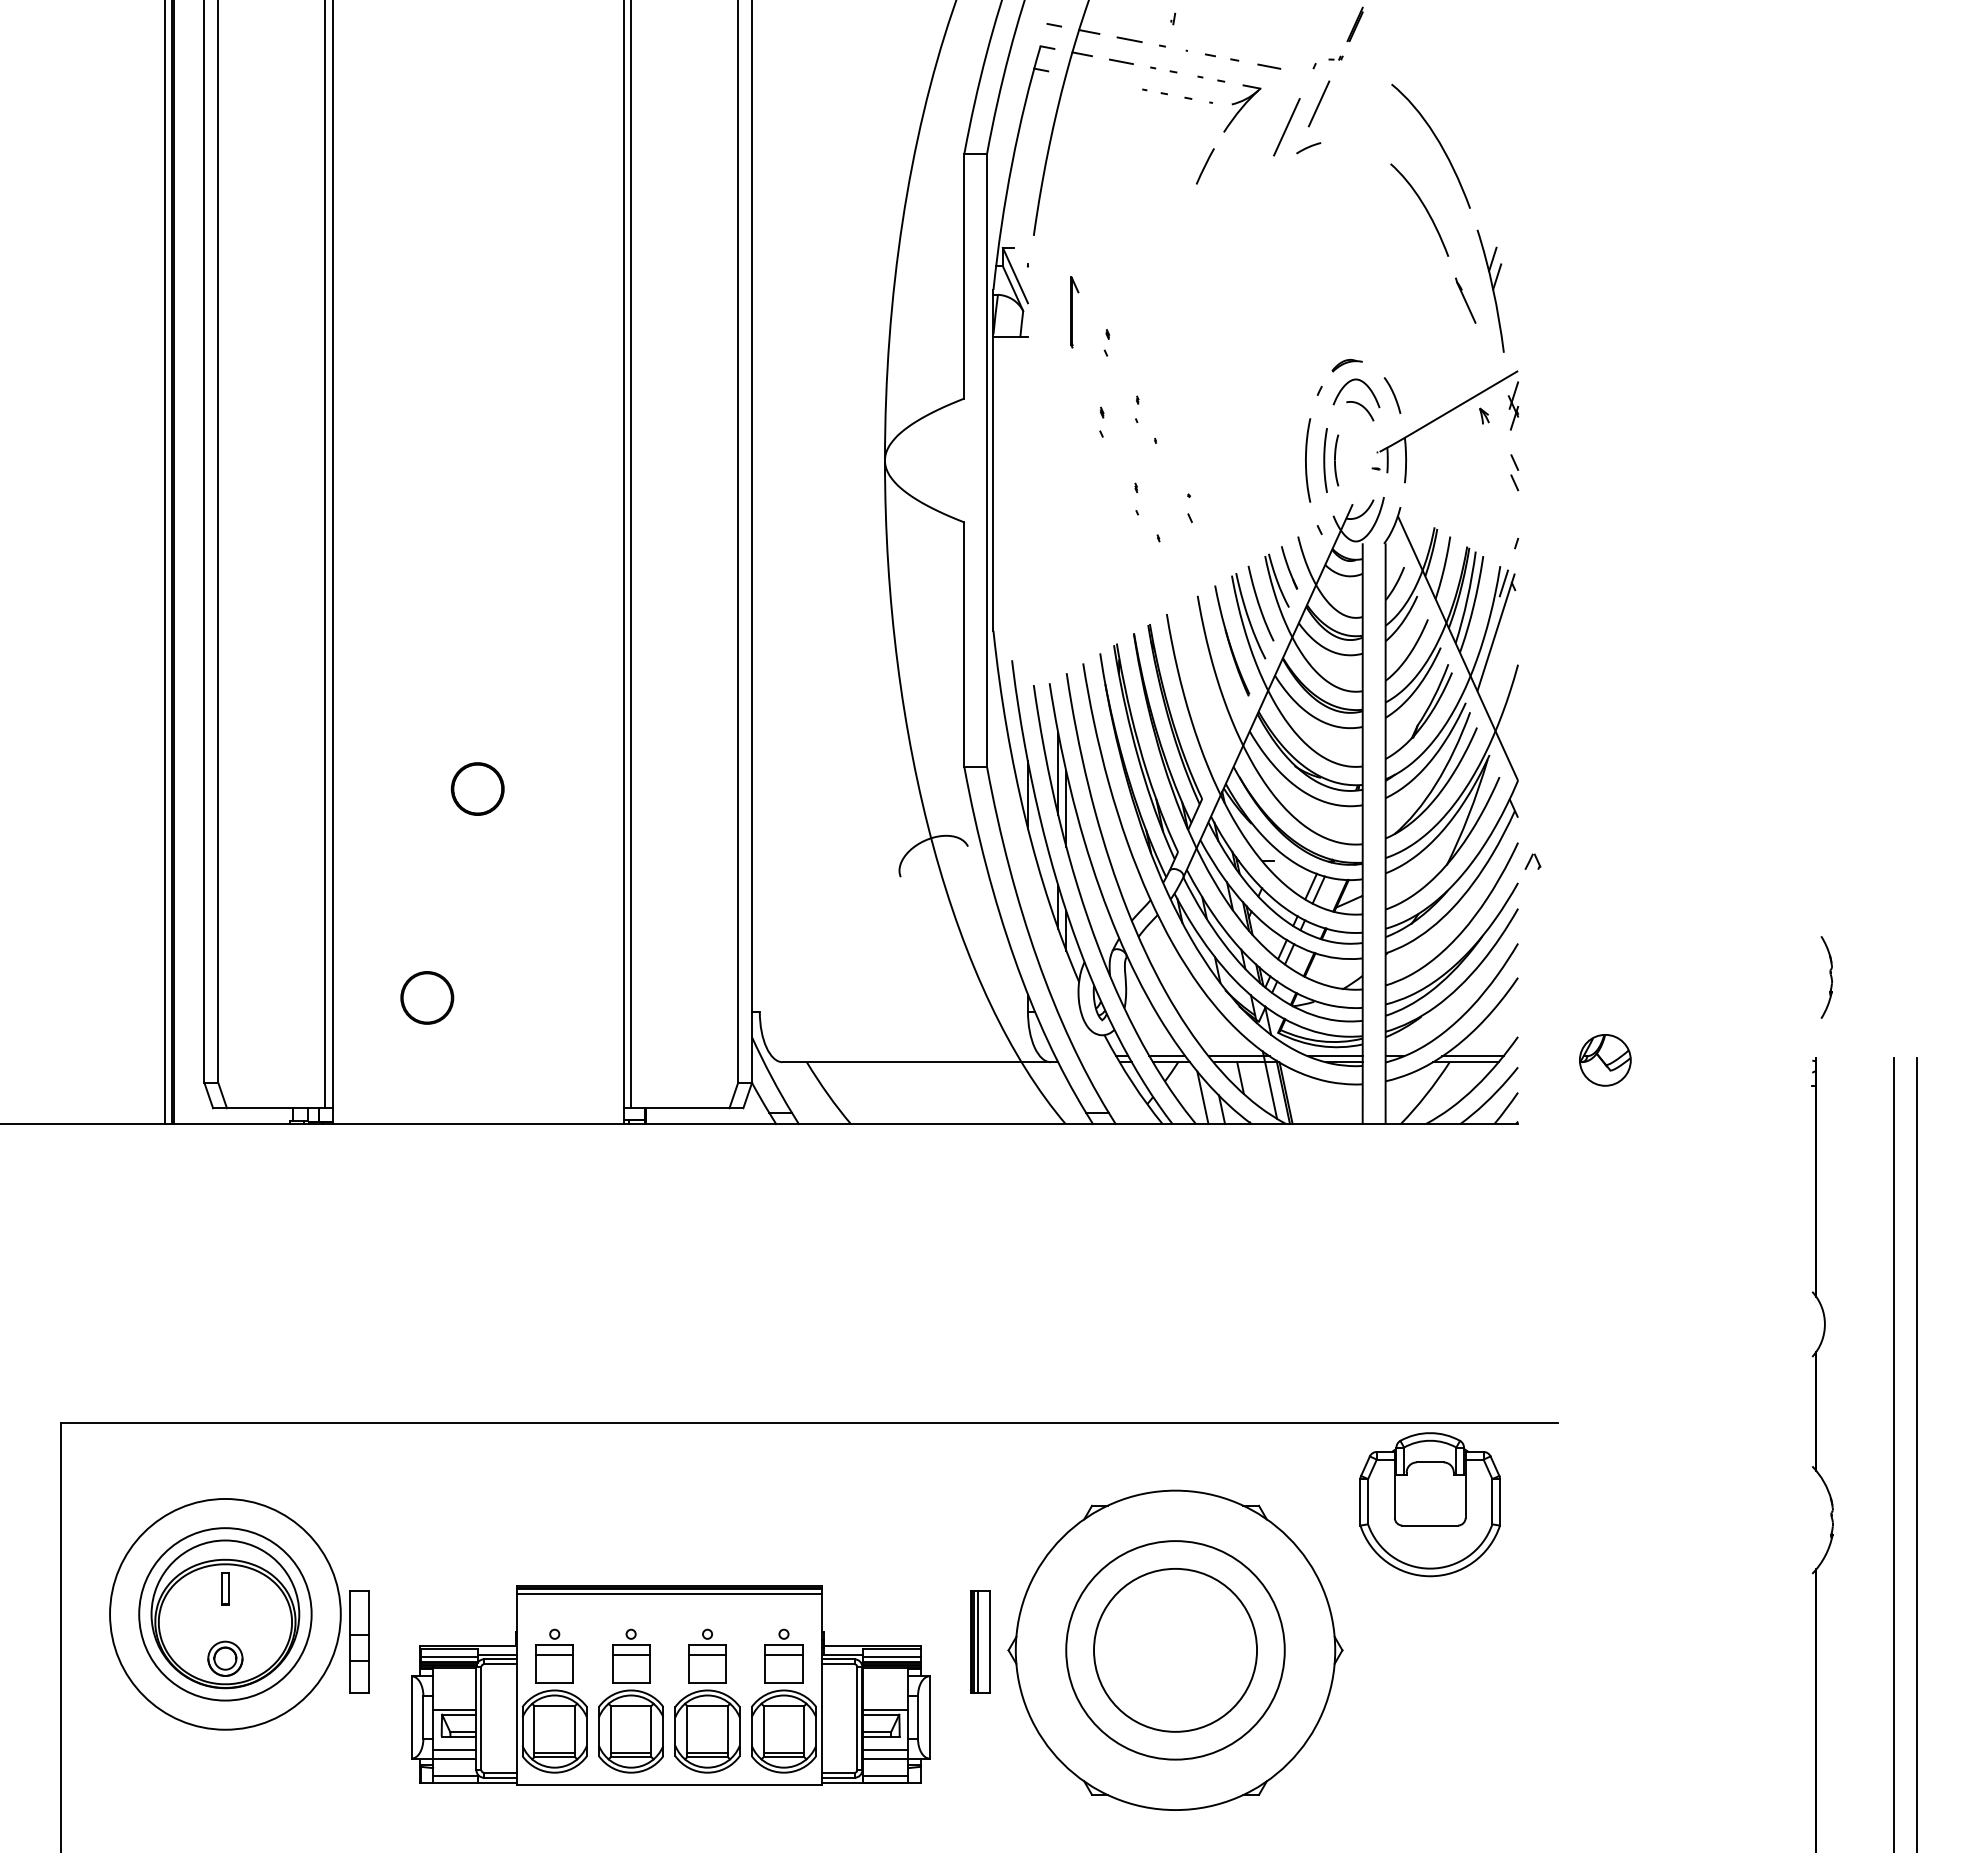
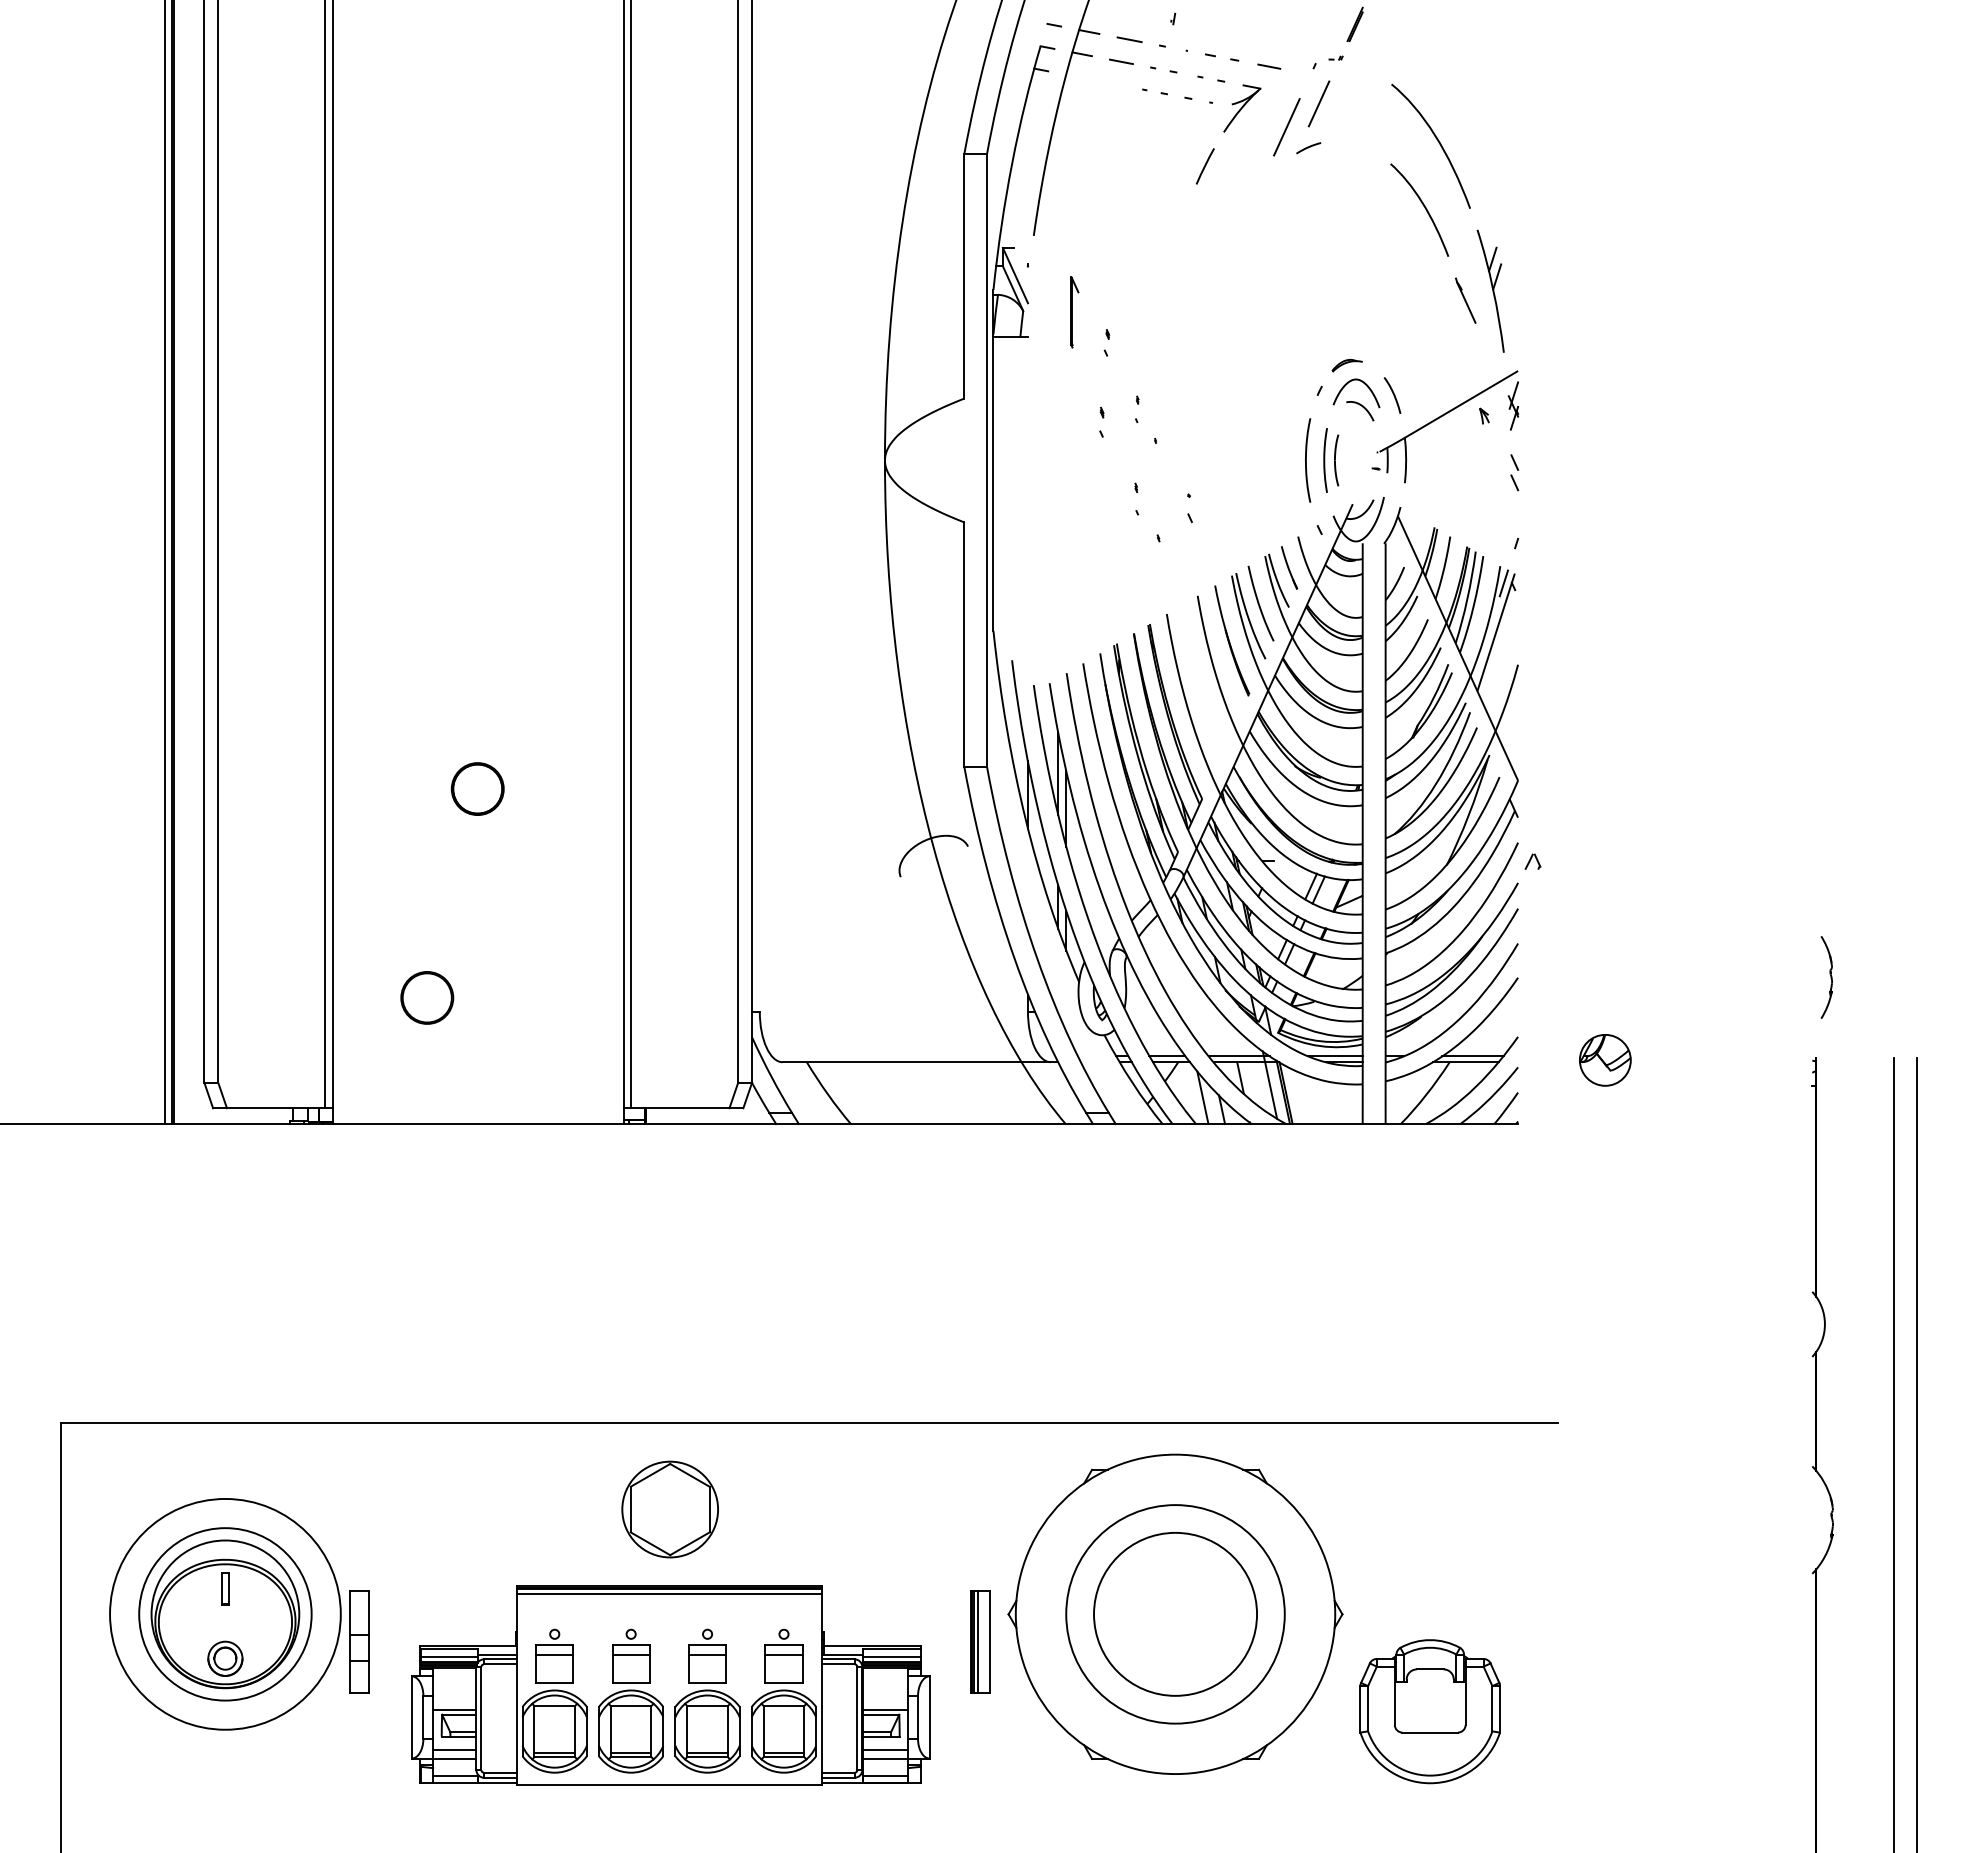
part at (1429, 1504) position: (1429, 1504) -> (1429, 1711)
part at (669, 1509): none -> present
part at (1175, 1649) position: (1175, 1649) -> (1175, 1613)
